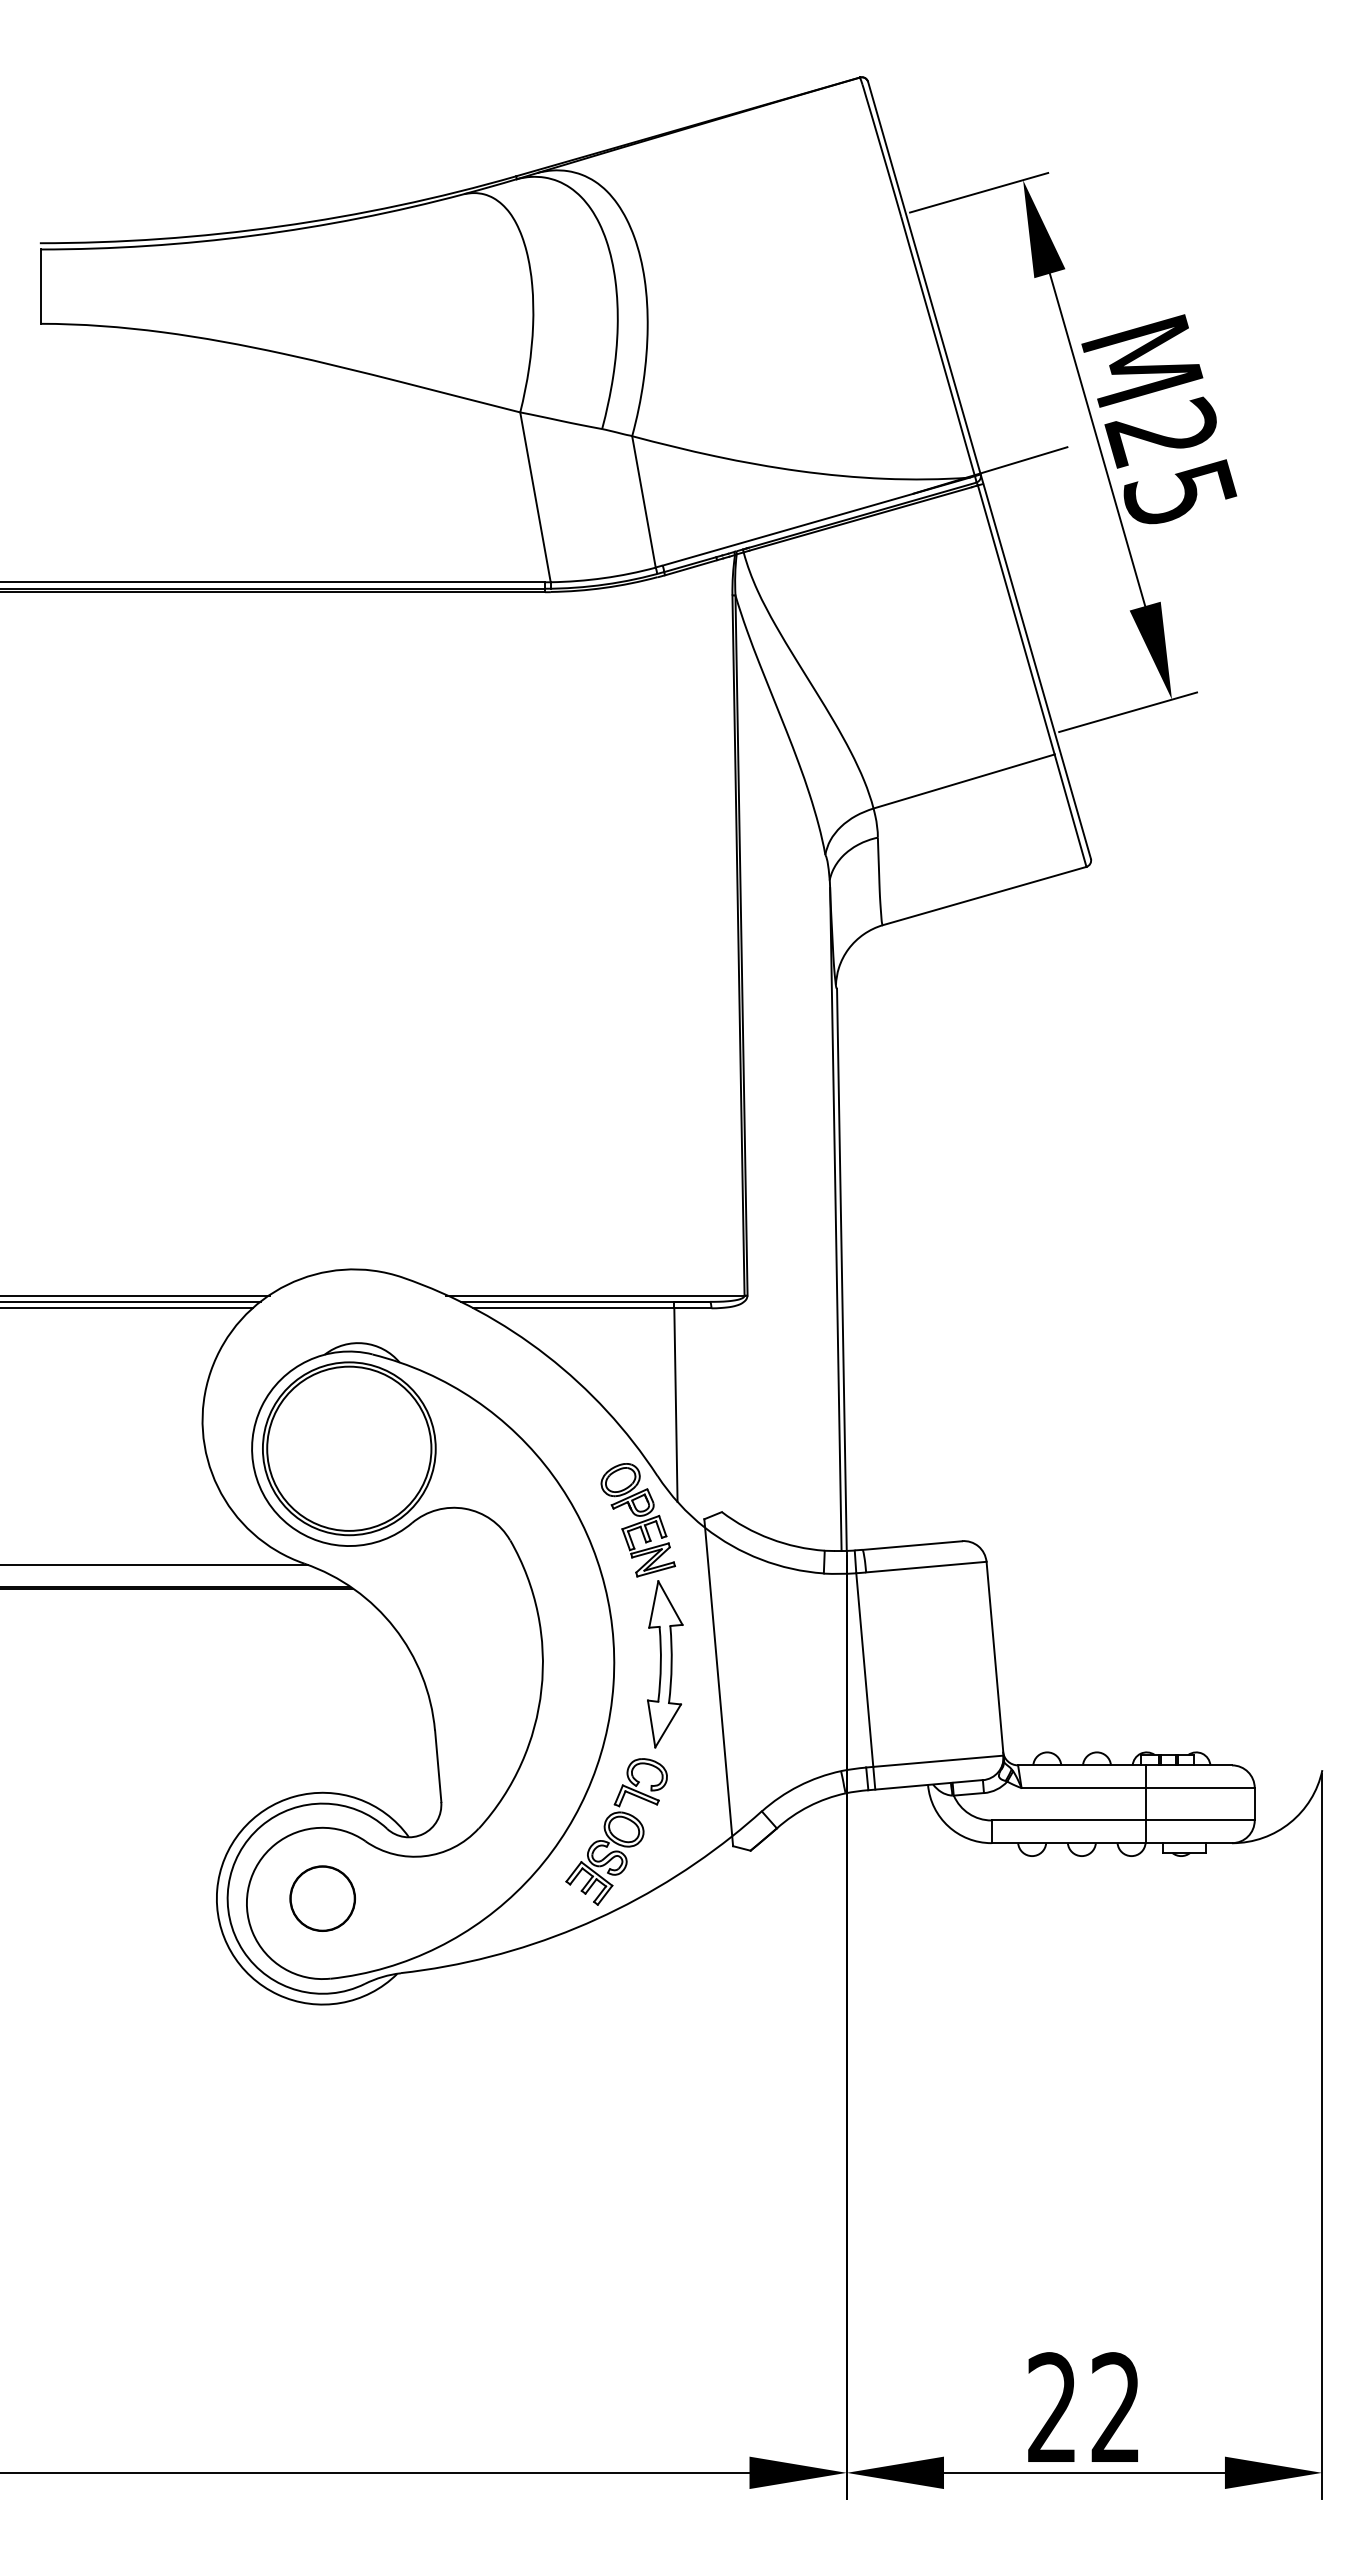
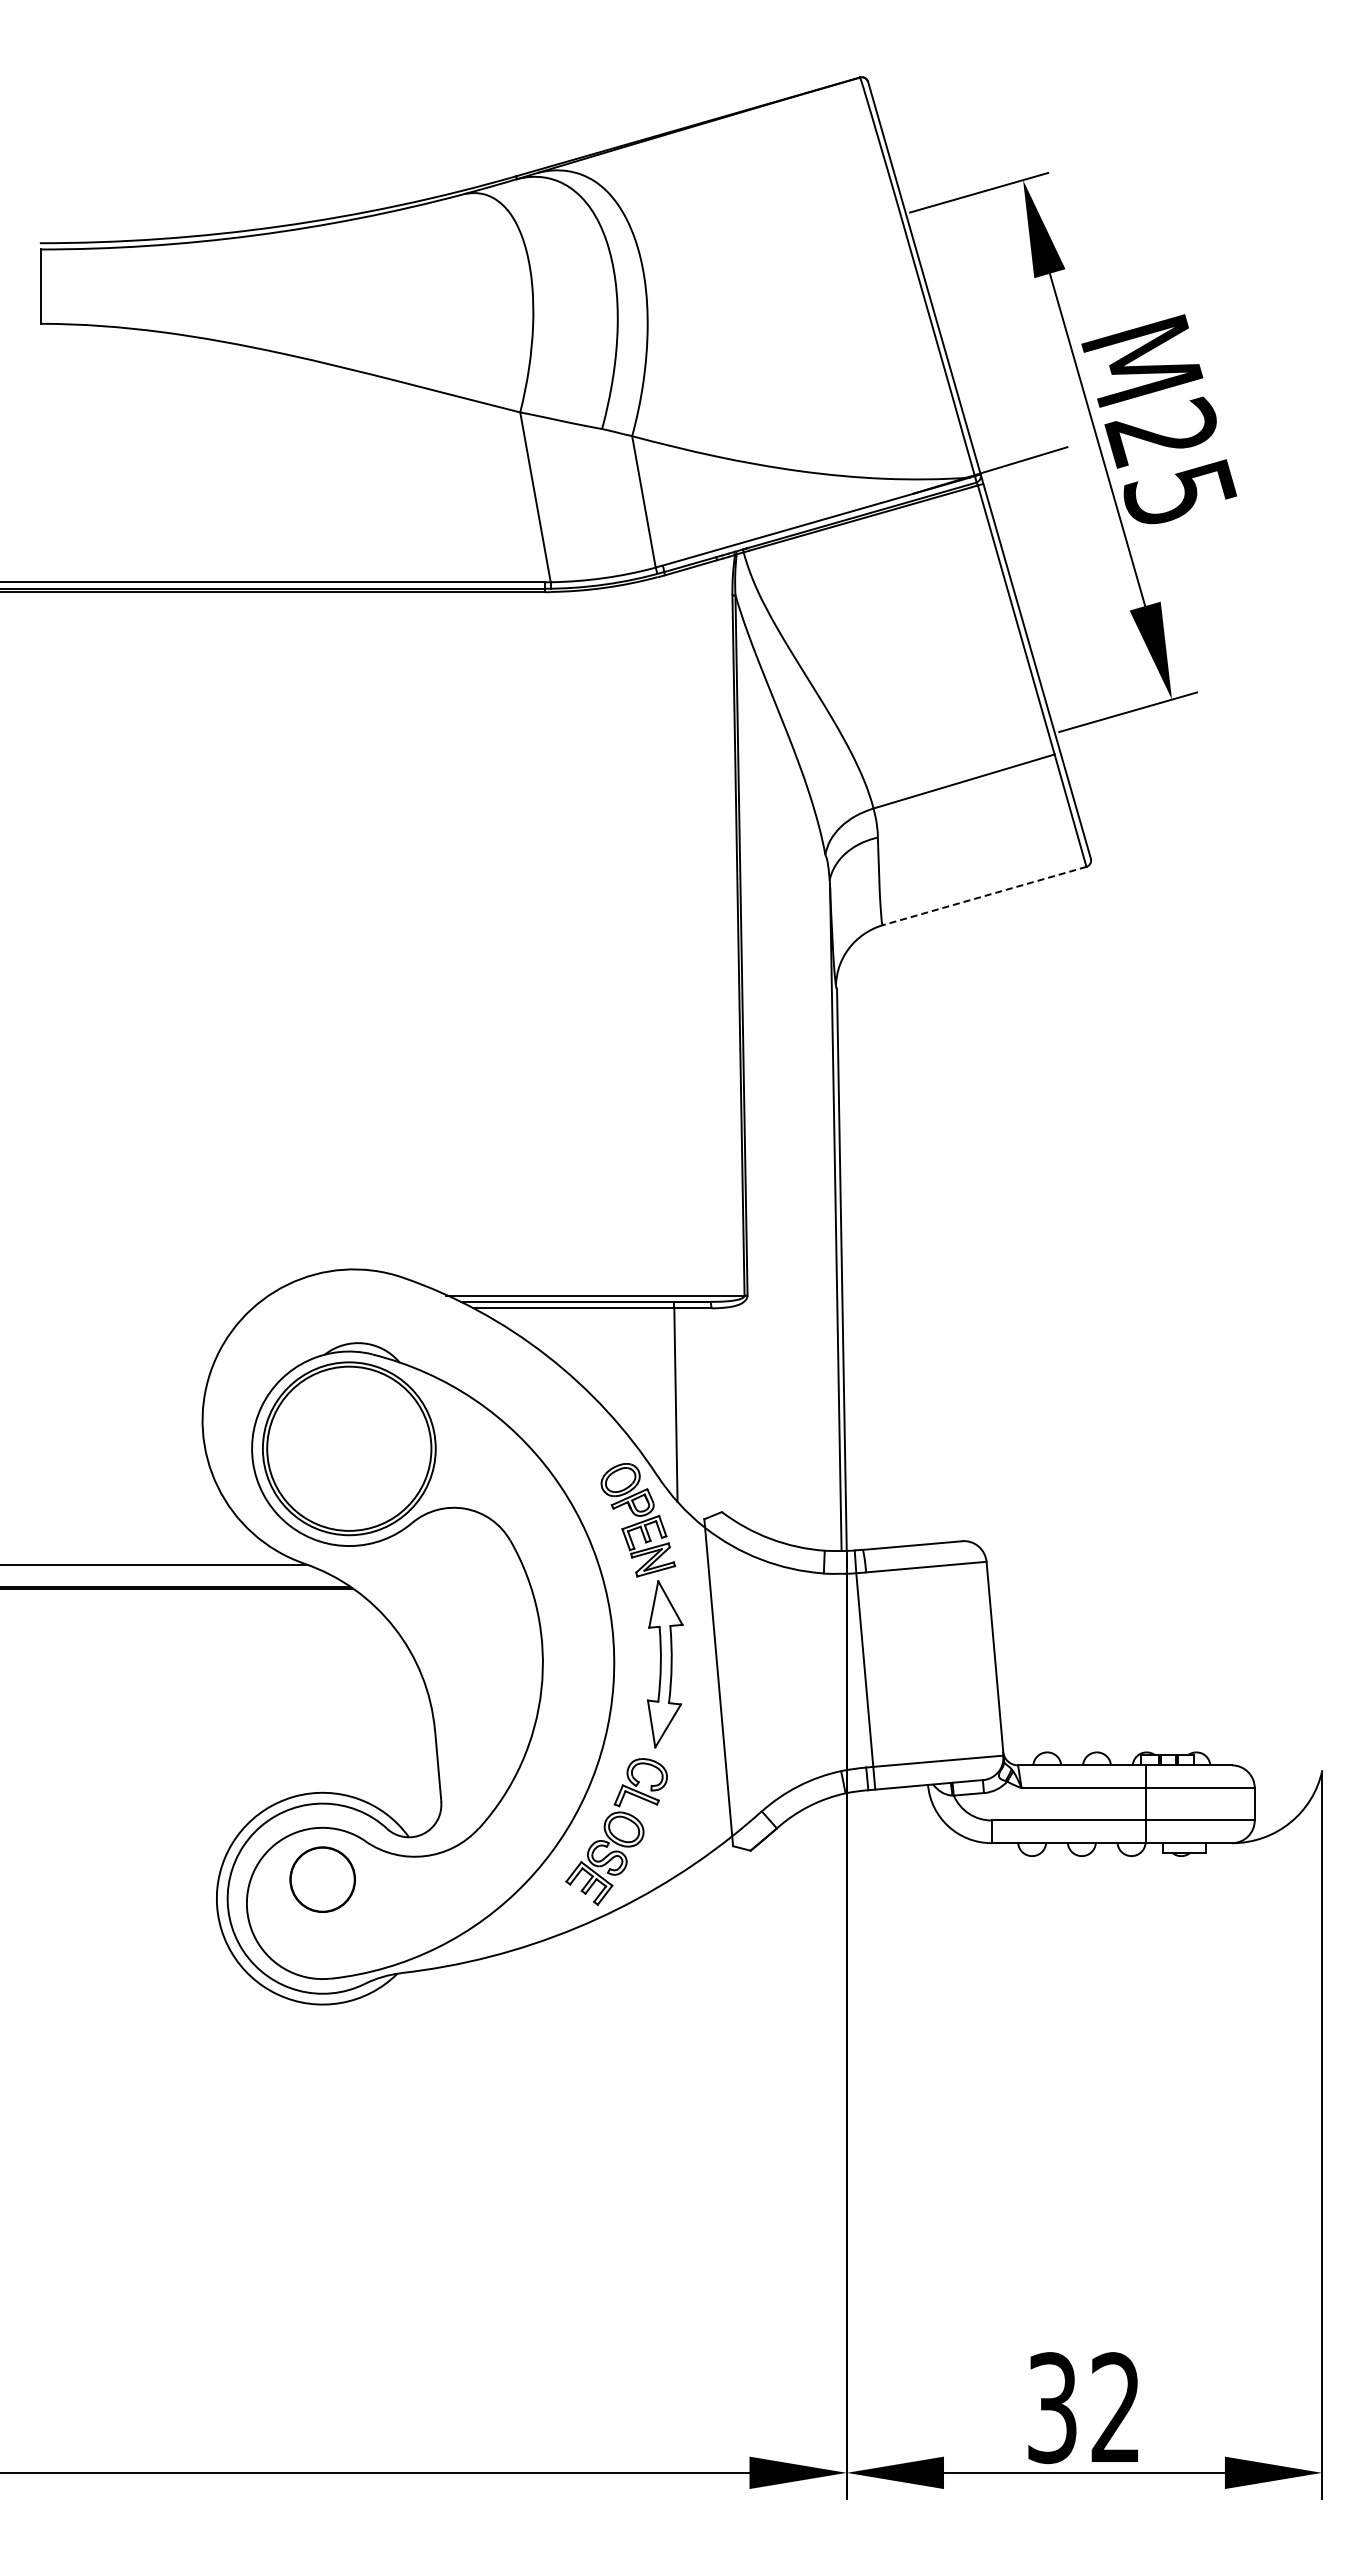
line at (984, 896): solid -> dashed
line at (135, 1295): present -> none
line at (131, 1301): present -> none
line at (127, 1308): present -> none
circle at (322, 1898) position: (322, 1898) -> (322, 1879)
text at (1052, 2408): 22 -> 32
